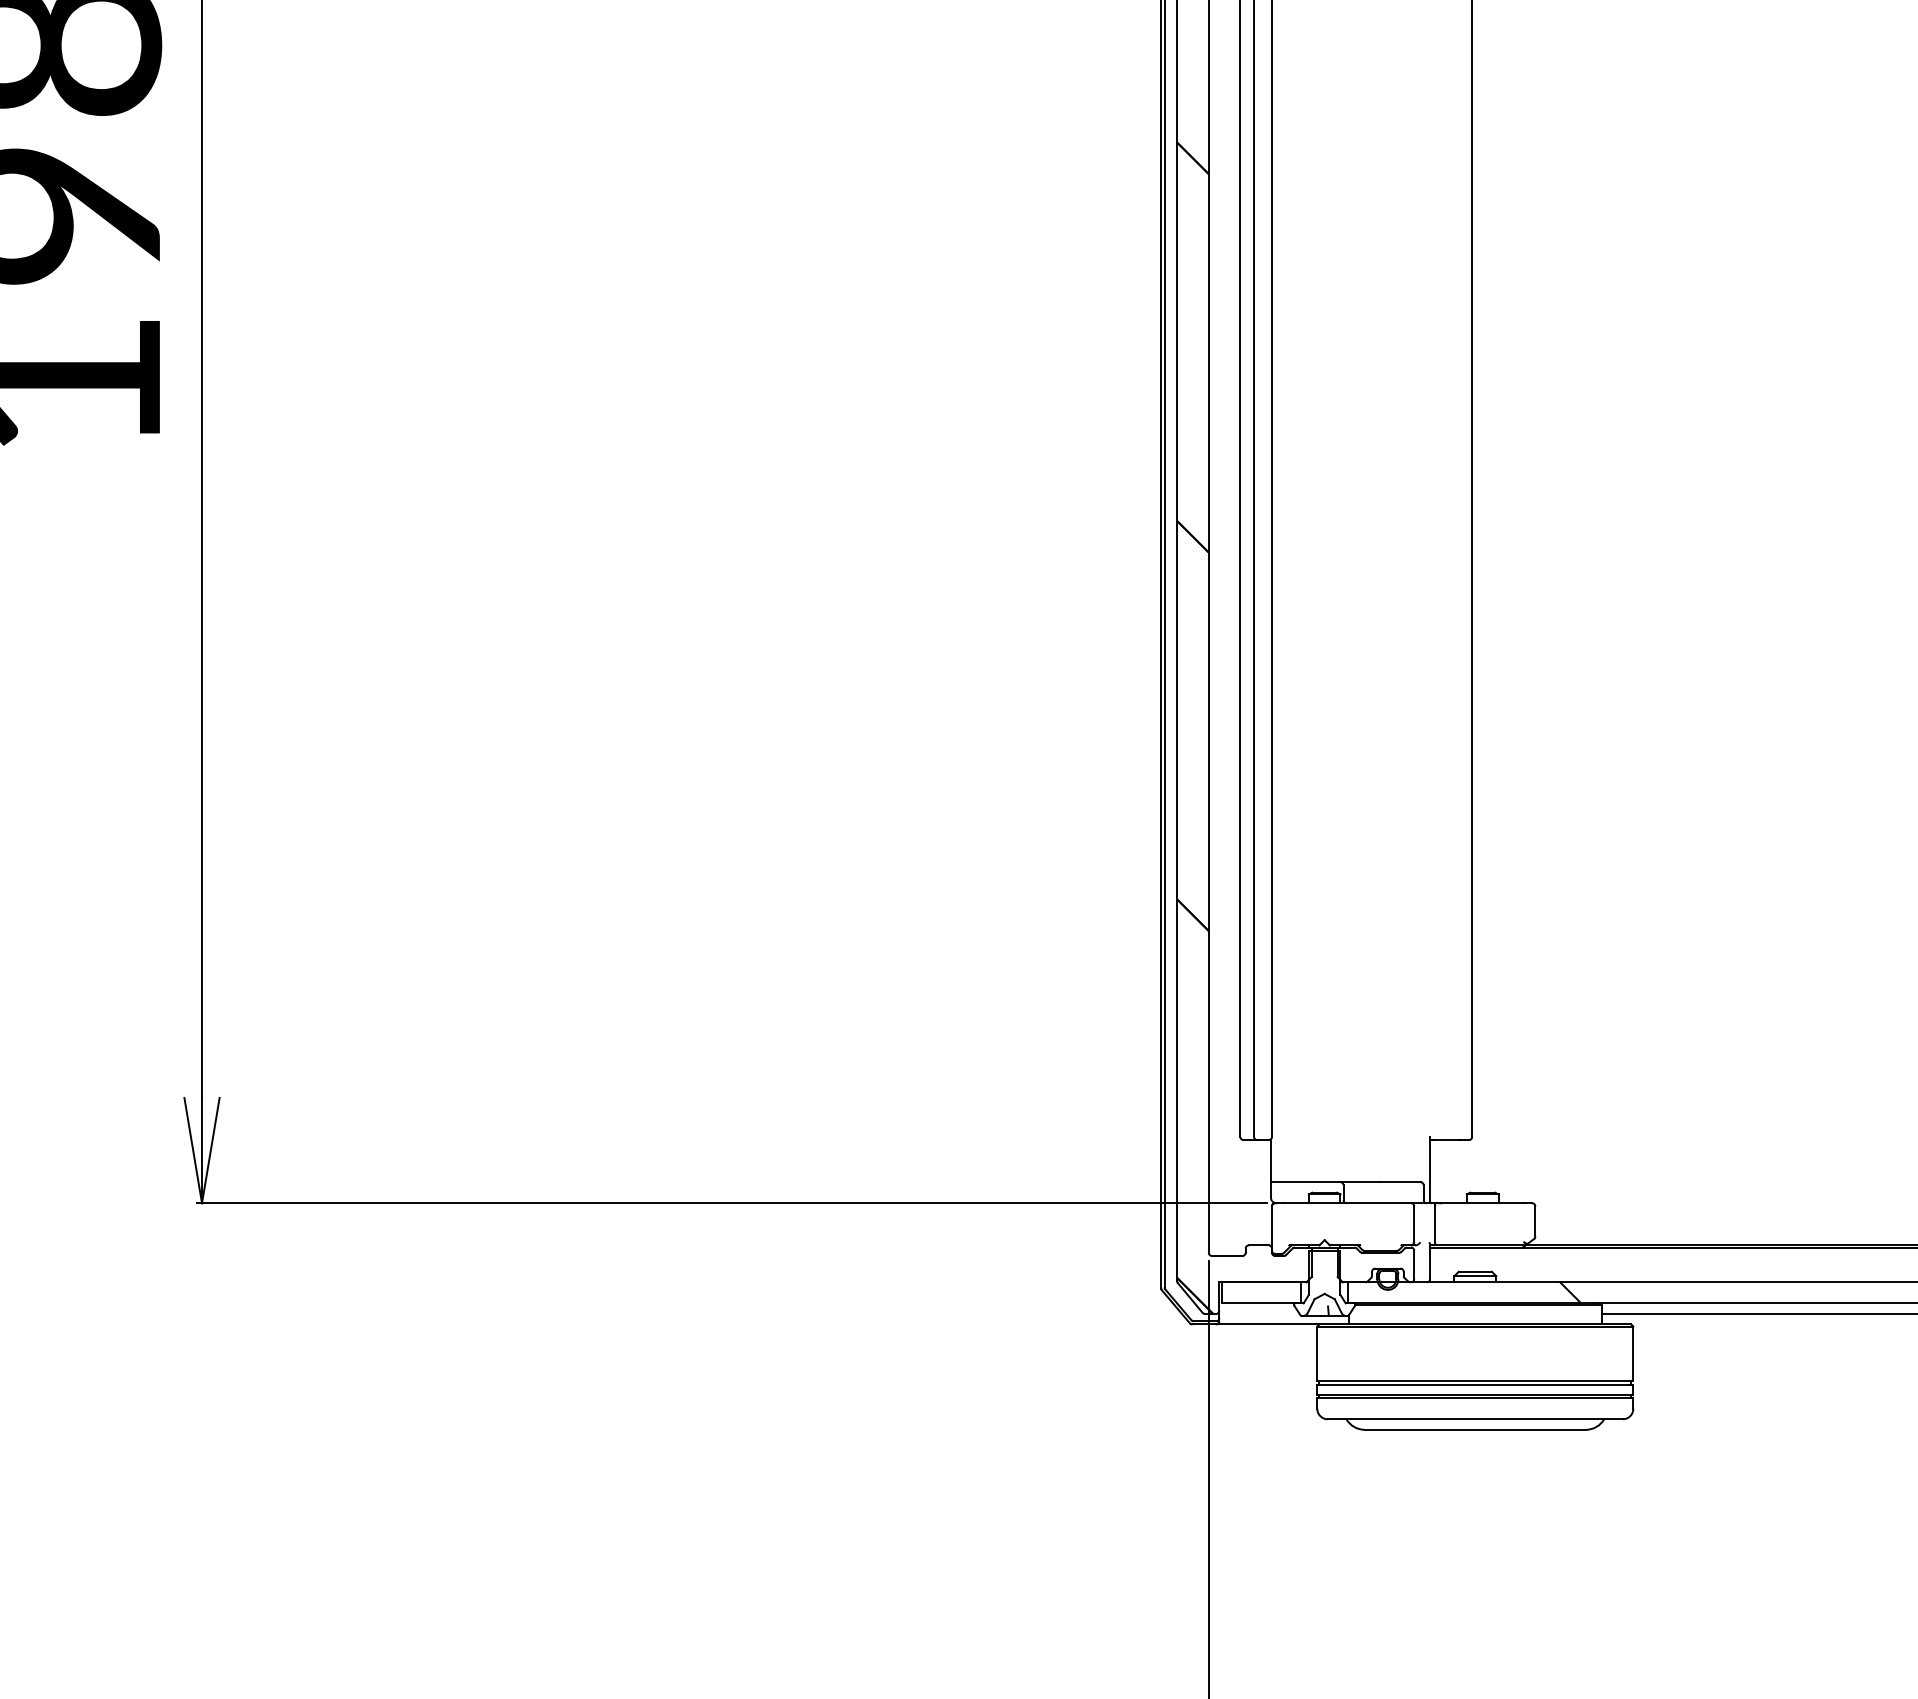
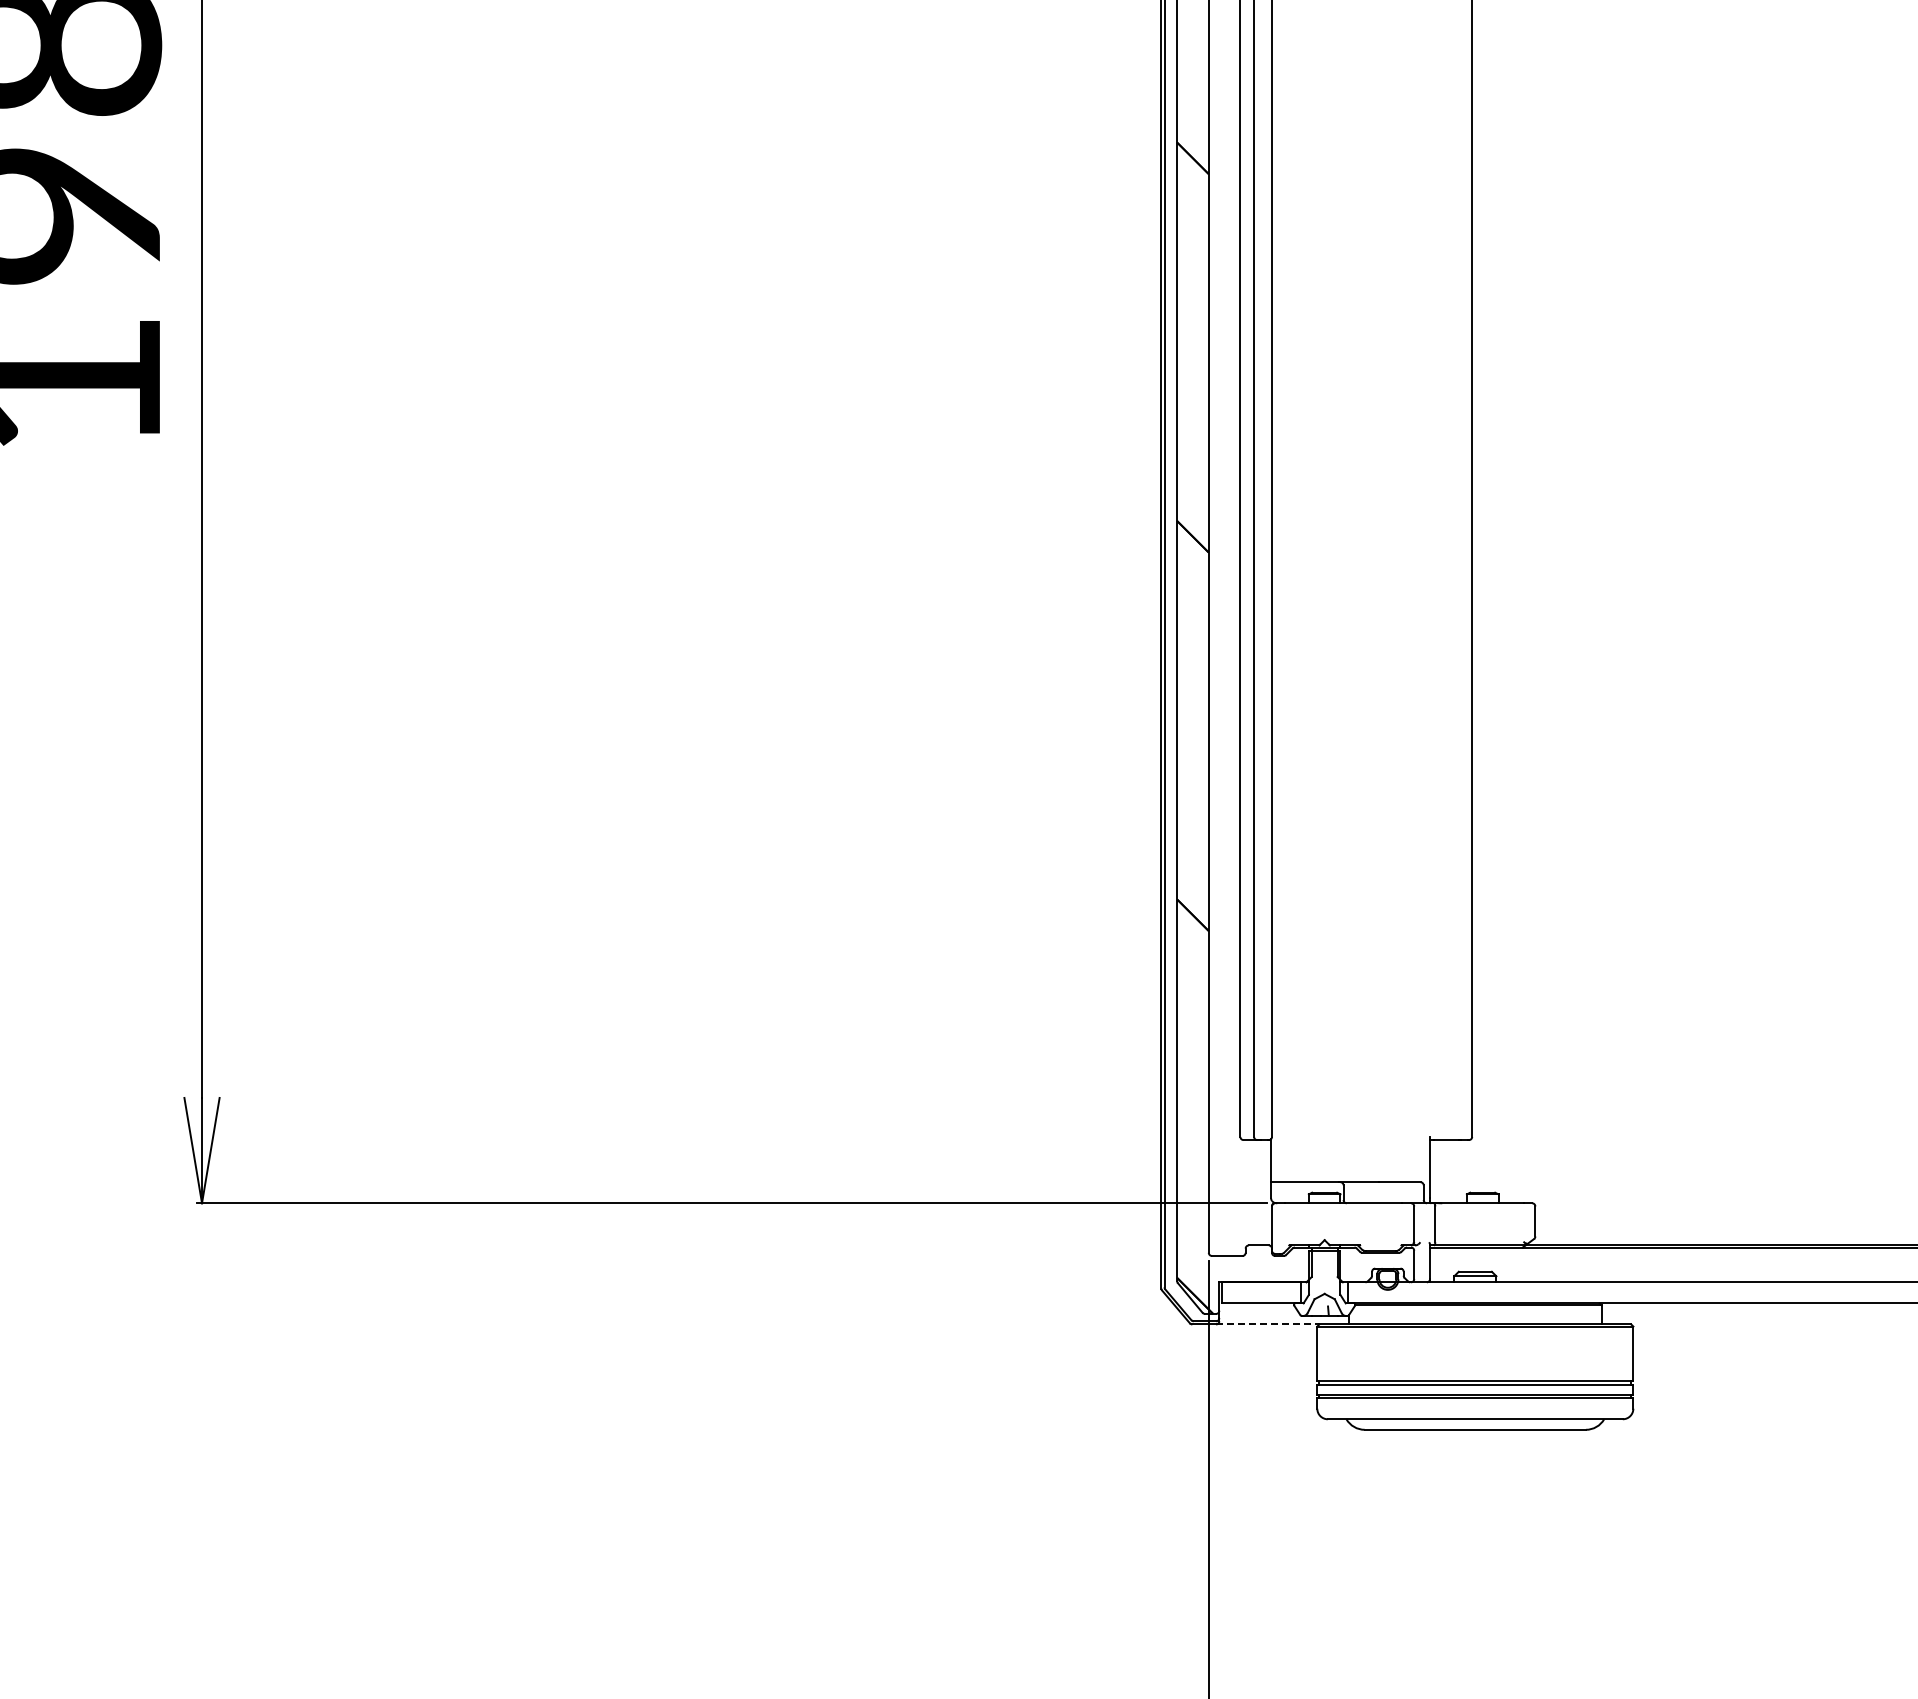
hatch at (1570, 1292): present -> none
line at (1757, 1313): present -> none
line at (1267, 1324): solid -> dashed
